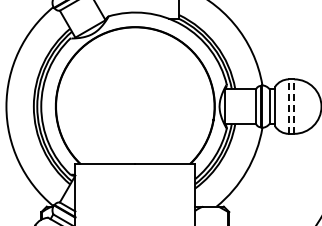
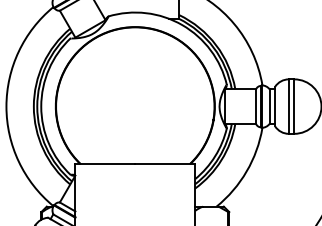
line at (288, 106): dashed -> solid
line at (294, 106): dashed -> solid
